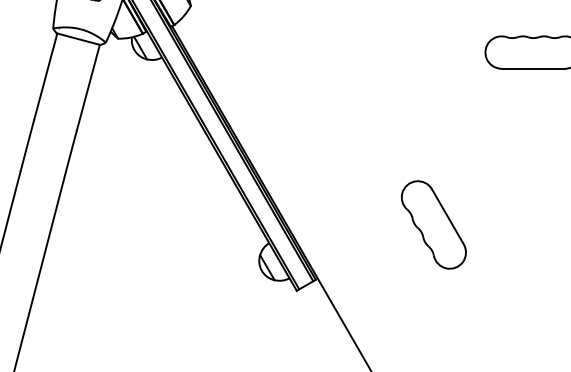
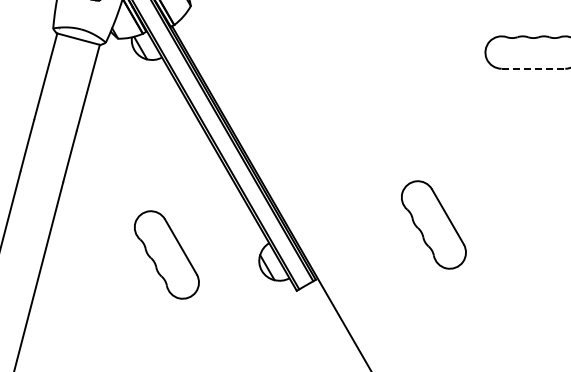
line at (533, 68): solid -> dashed
part at (166, 254): none -> present
